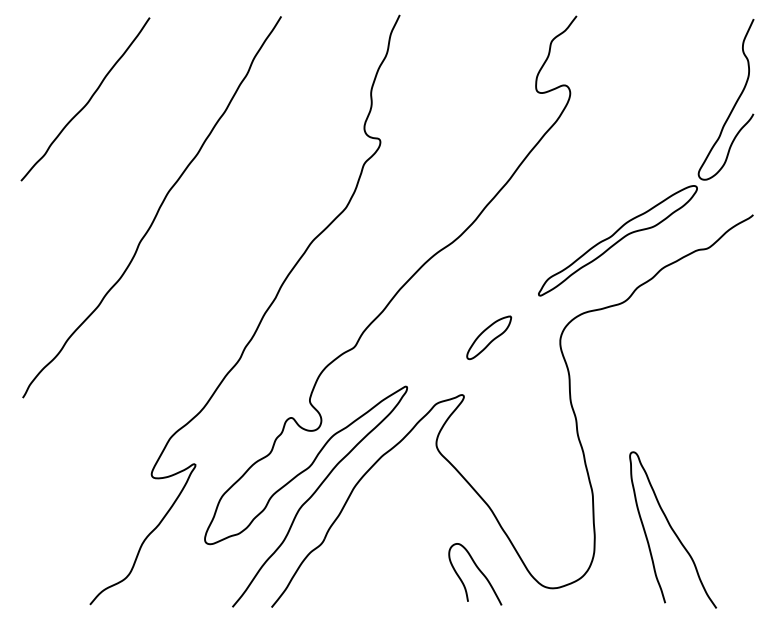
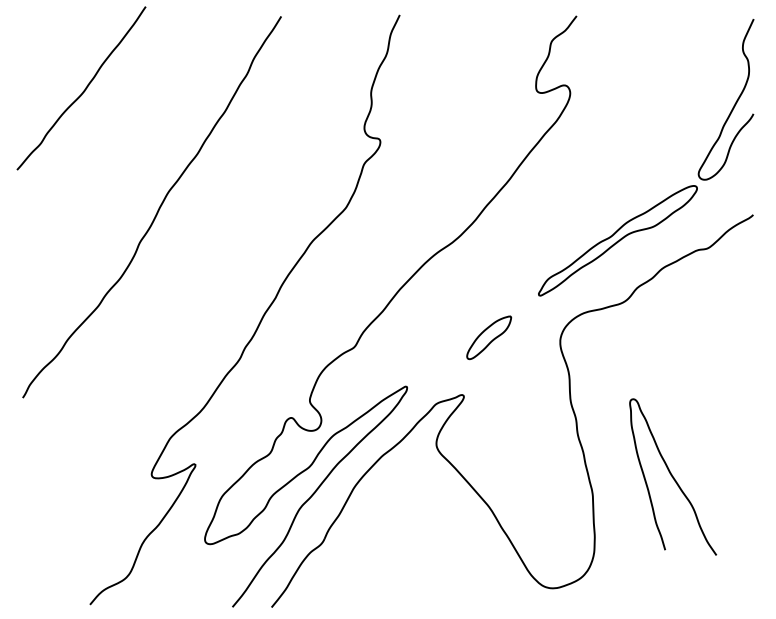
curve at (87, 101) position: (87, 101) -> (83, 90)
curve at (673, 529) position: (673, 529) -> (673, 476)
curve at (478, 570): present -> none
